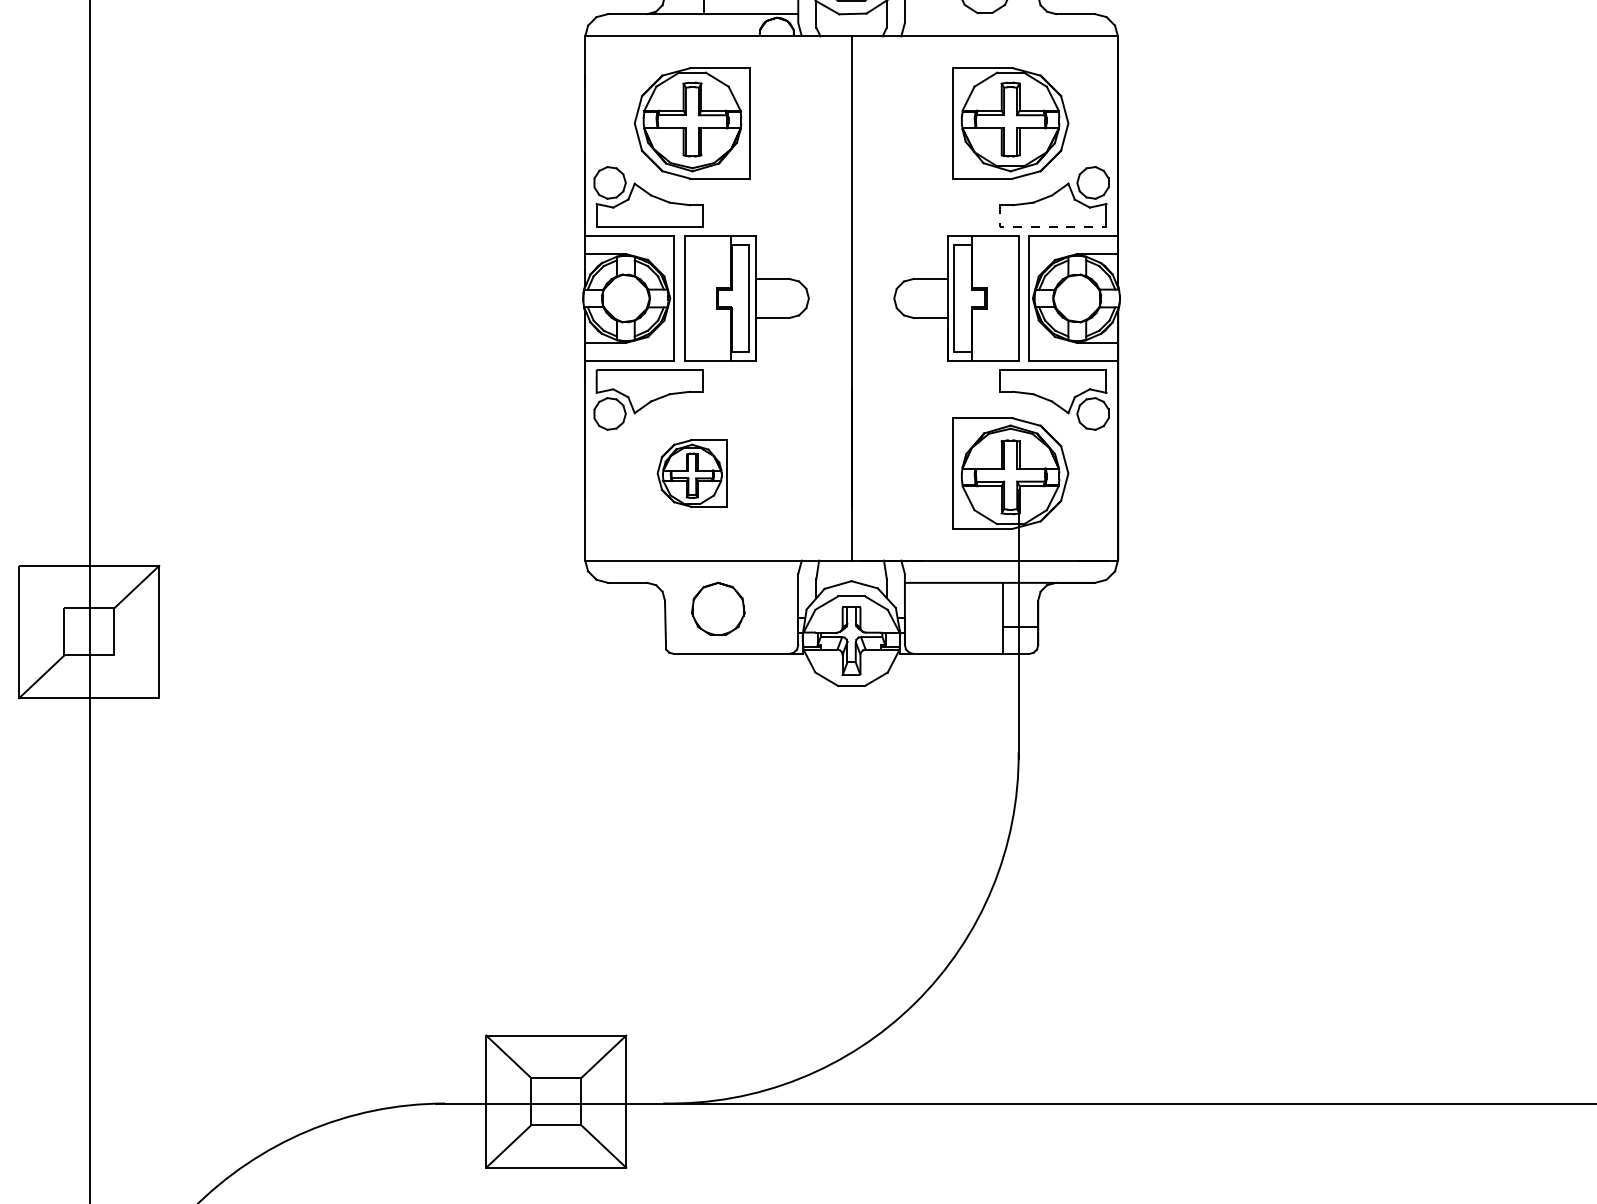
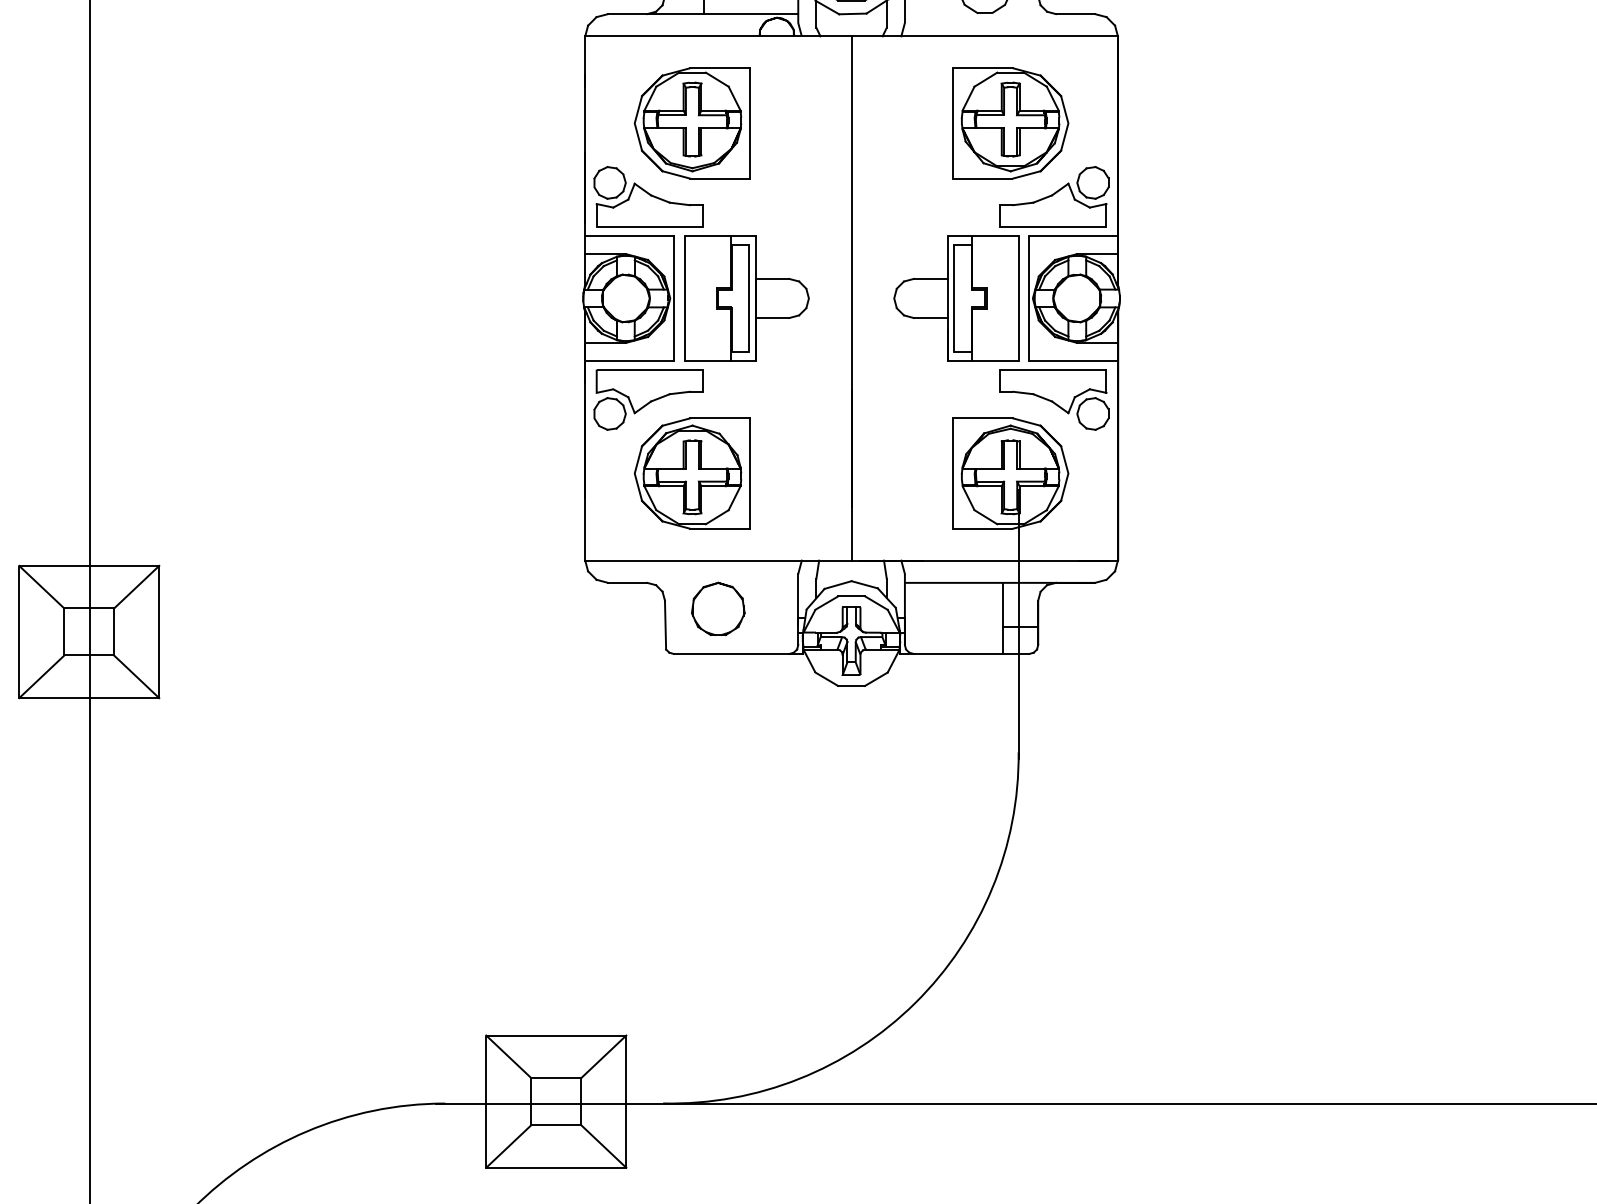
line at (1041, 227): dashed -> solid
part at (691, 473) size: 72x69 px -> 118x113 px
line at (41, 586): none -> present
line at (136, 676): none -> present
